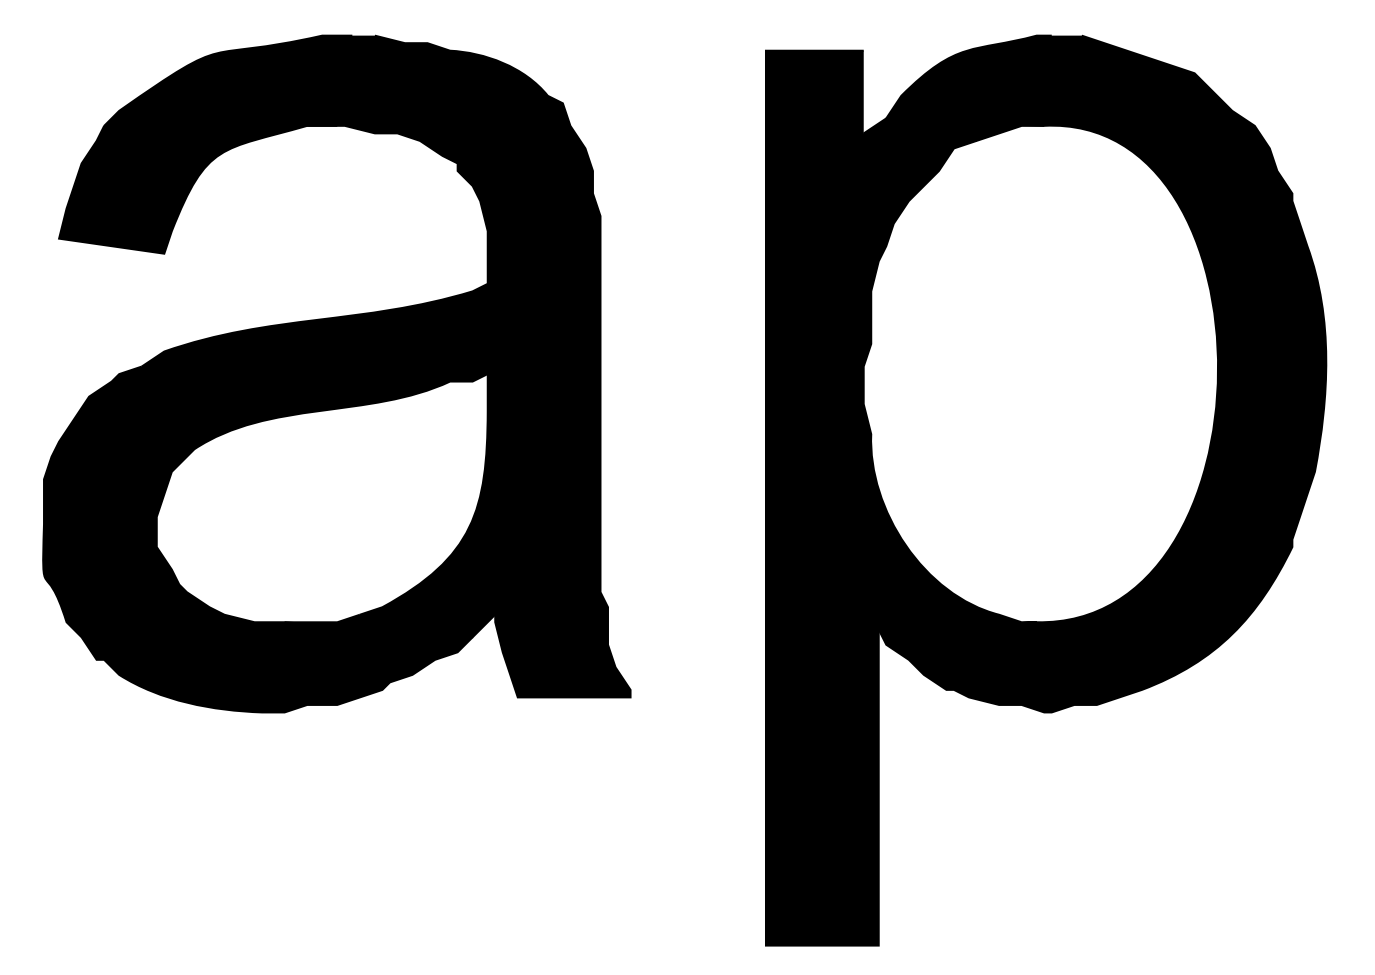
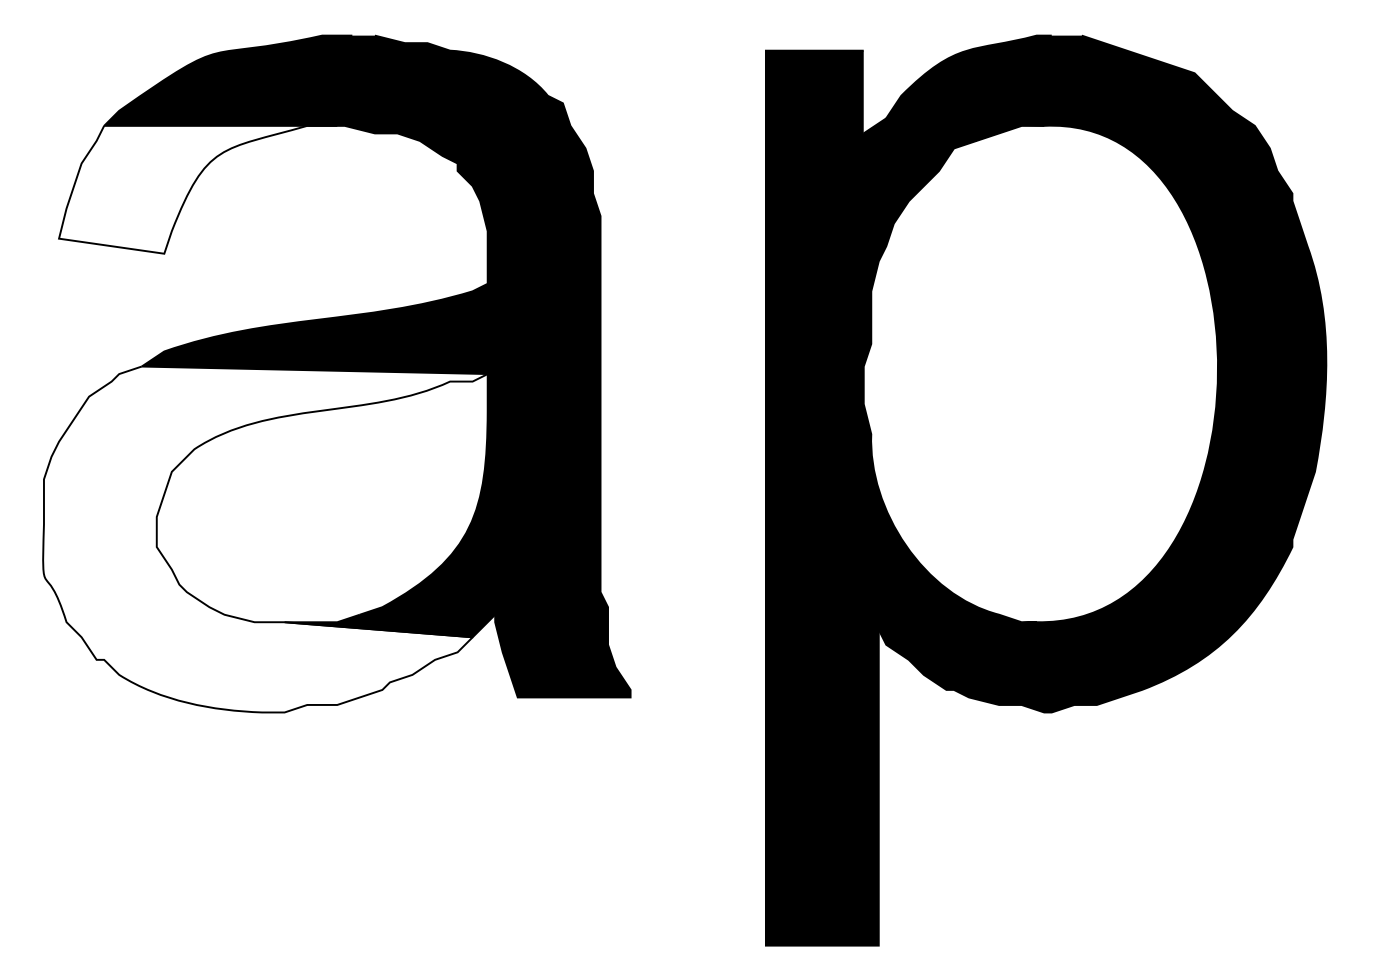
fill at (198, 189): present -> none
fill at (265, 539): present -> none
